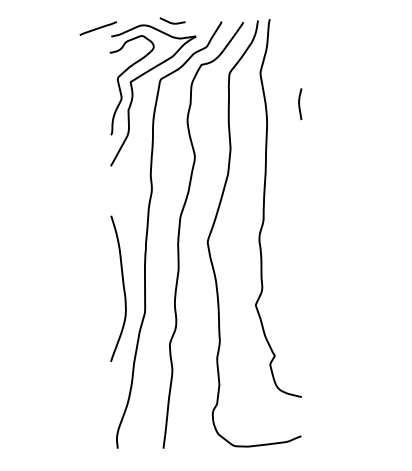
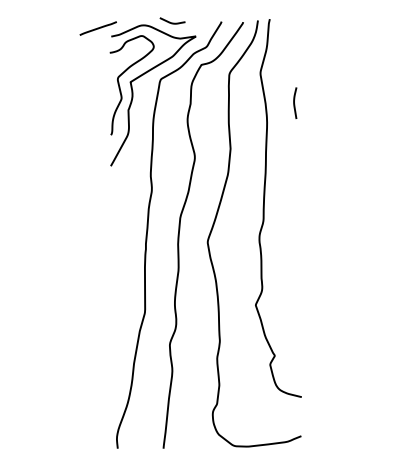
curve at (299, 103) position: (299, 103) -> (294, 102)
curve at (122, 286): present -> none
